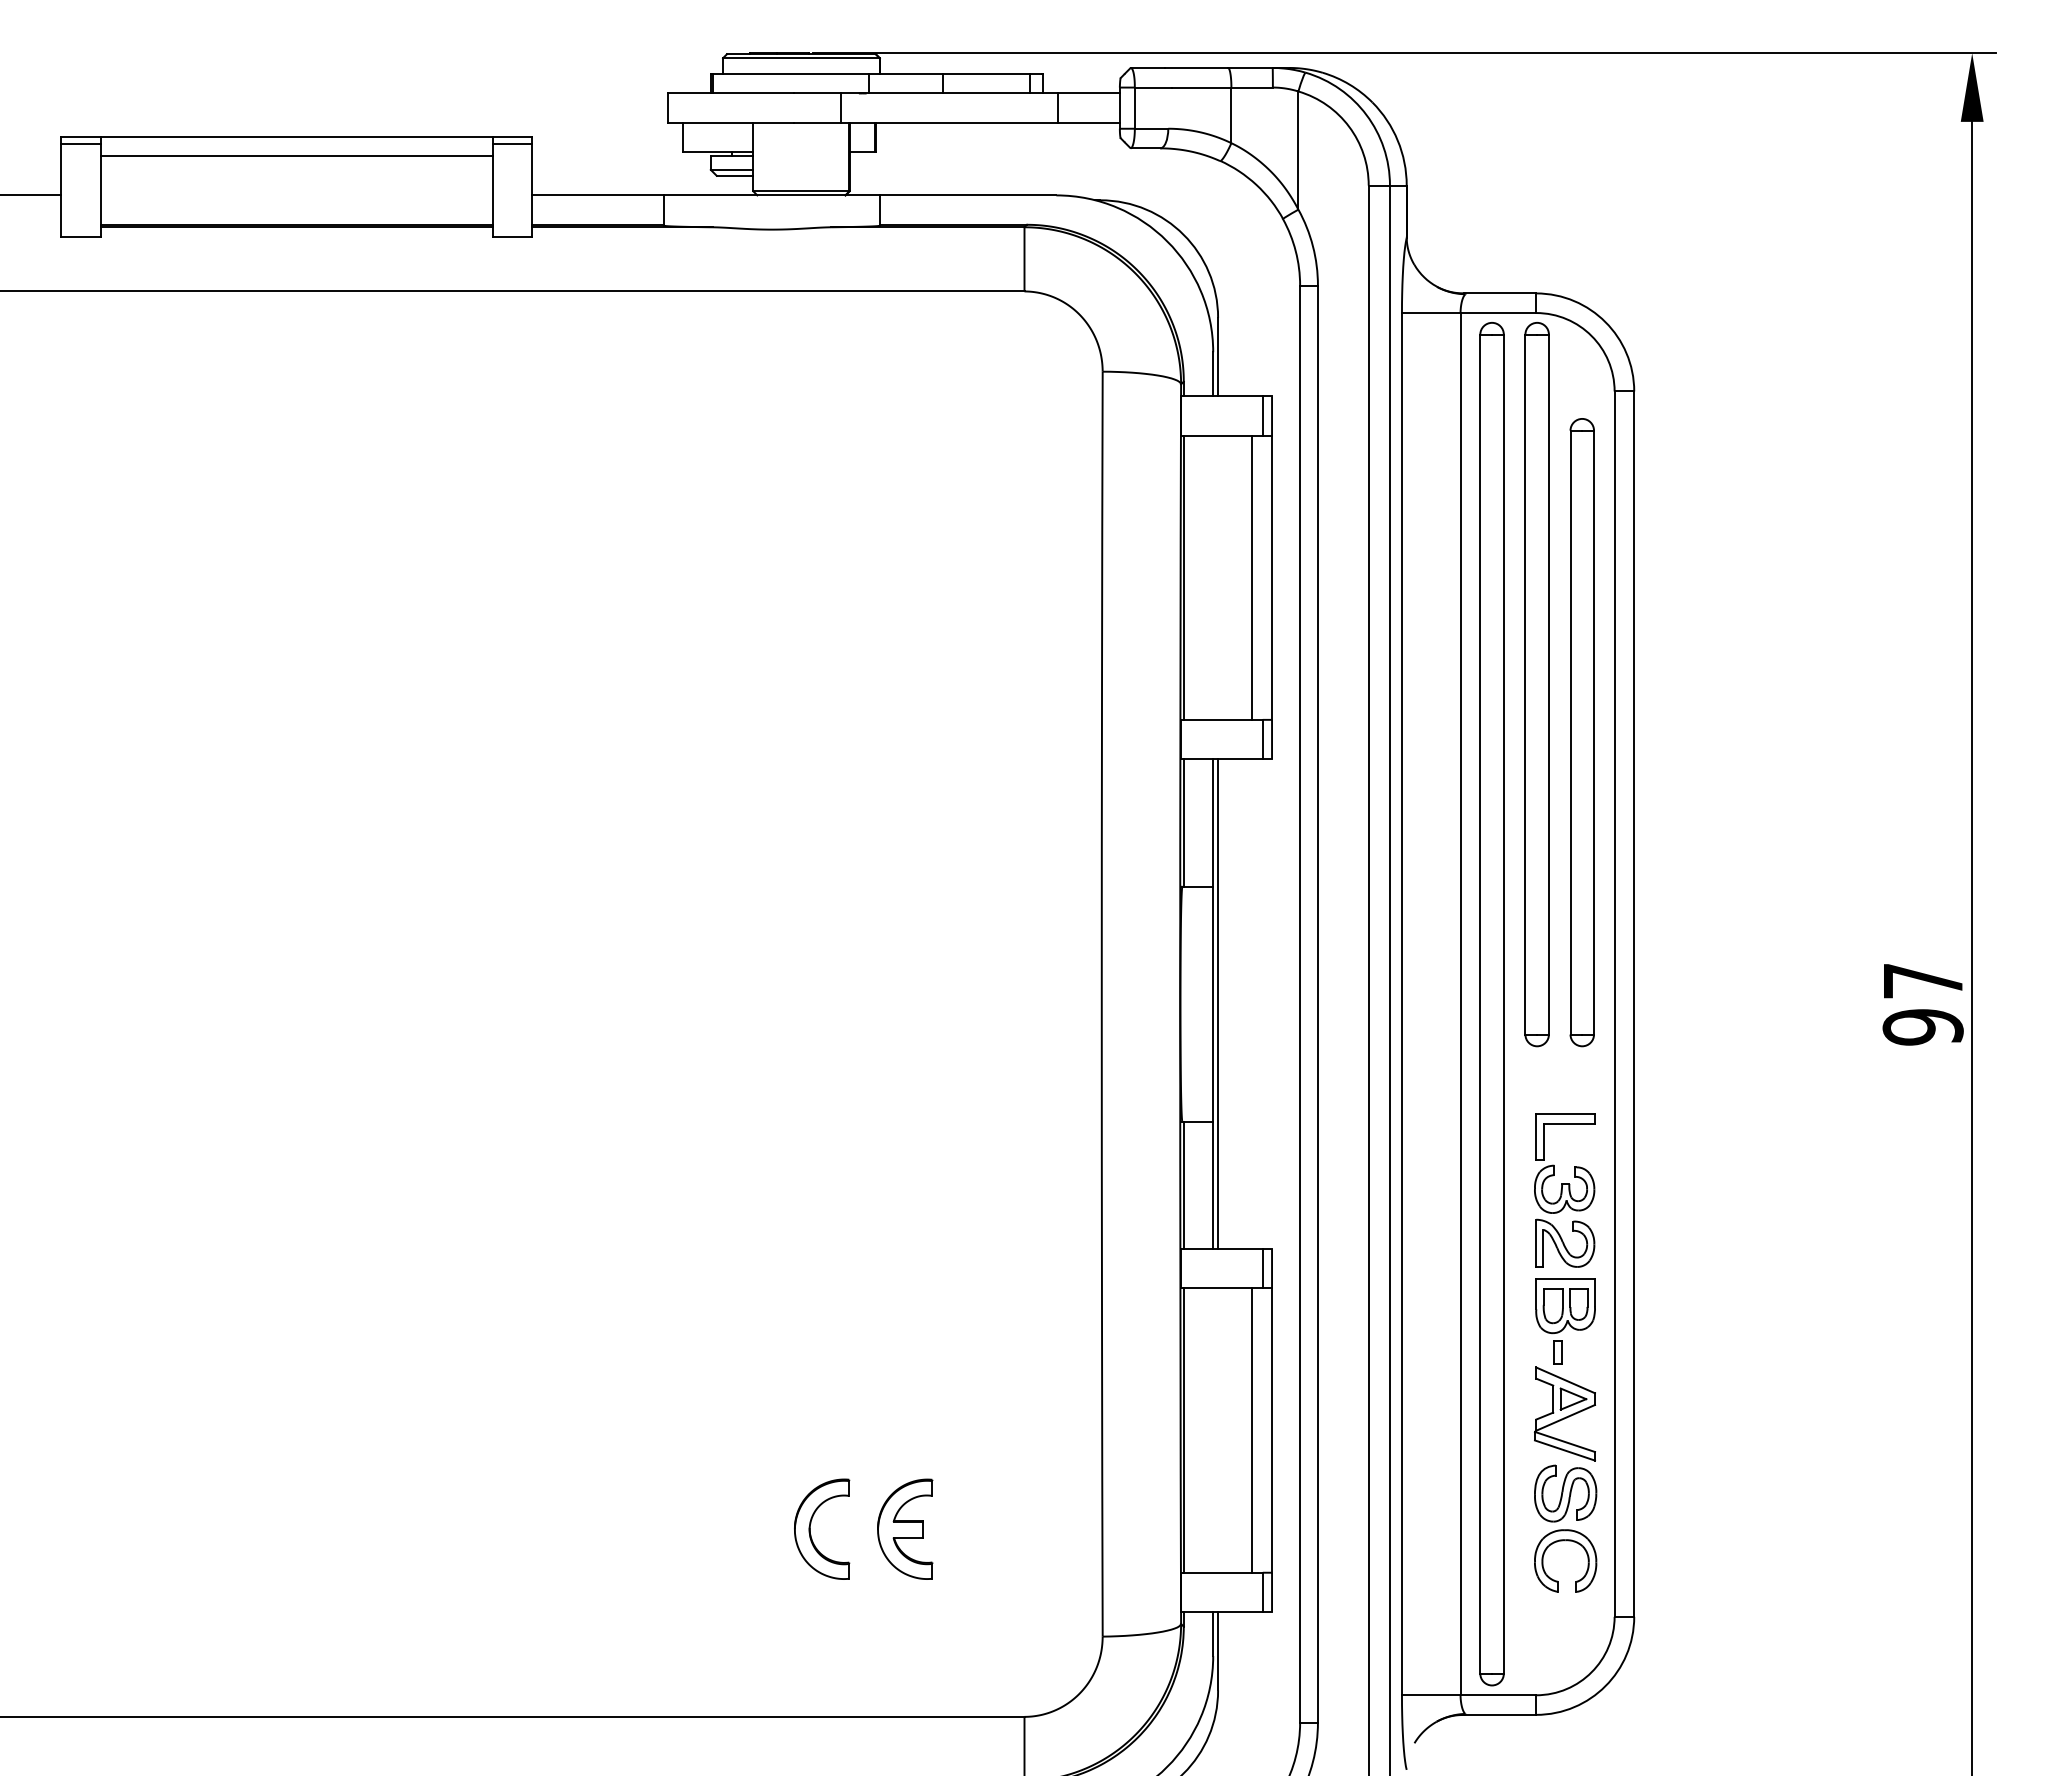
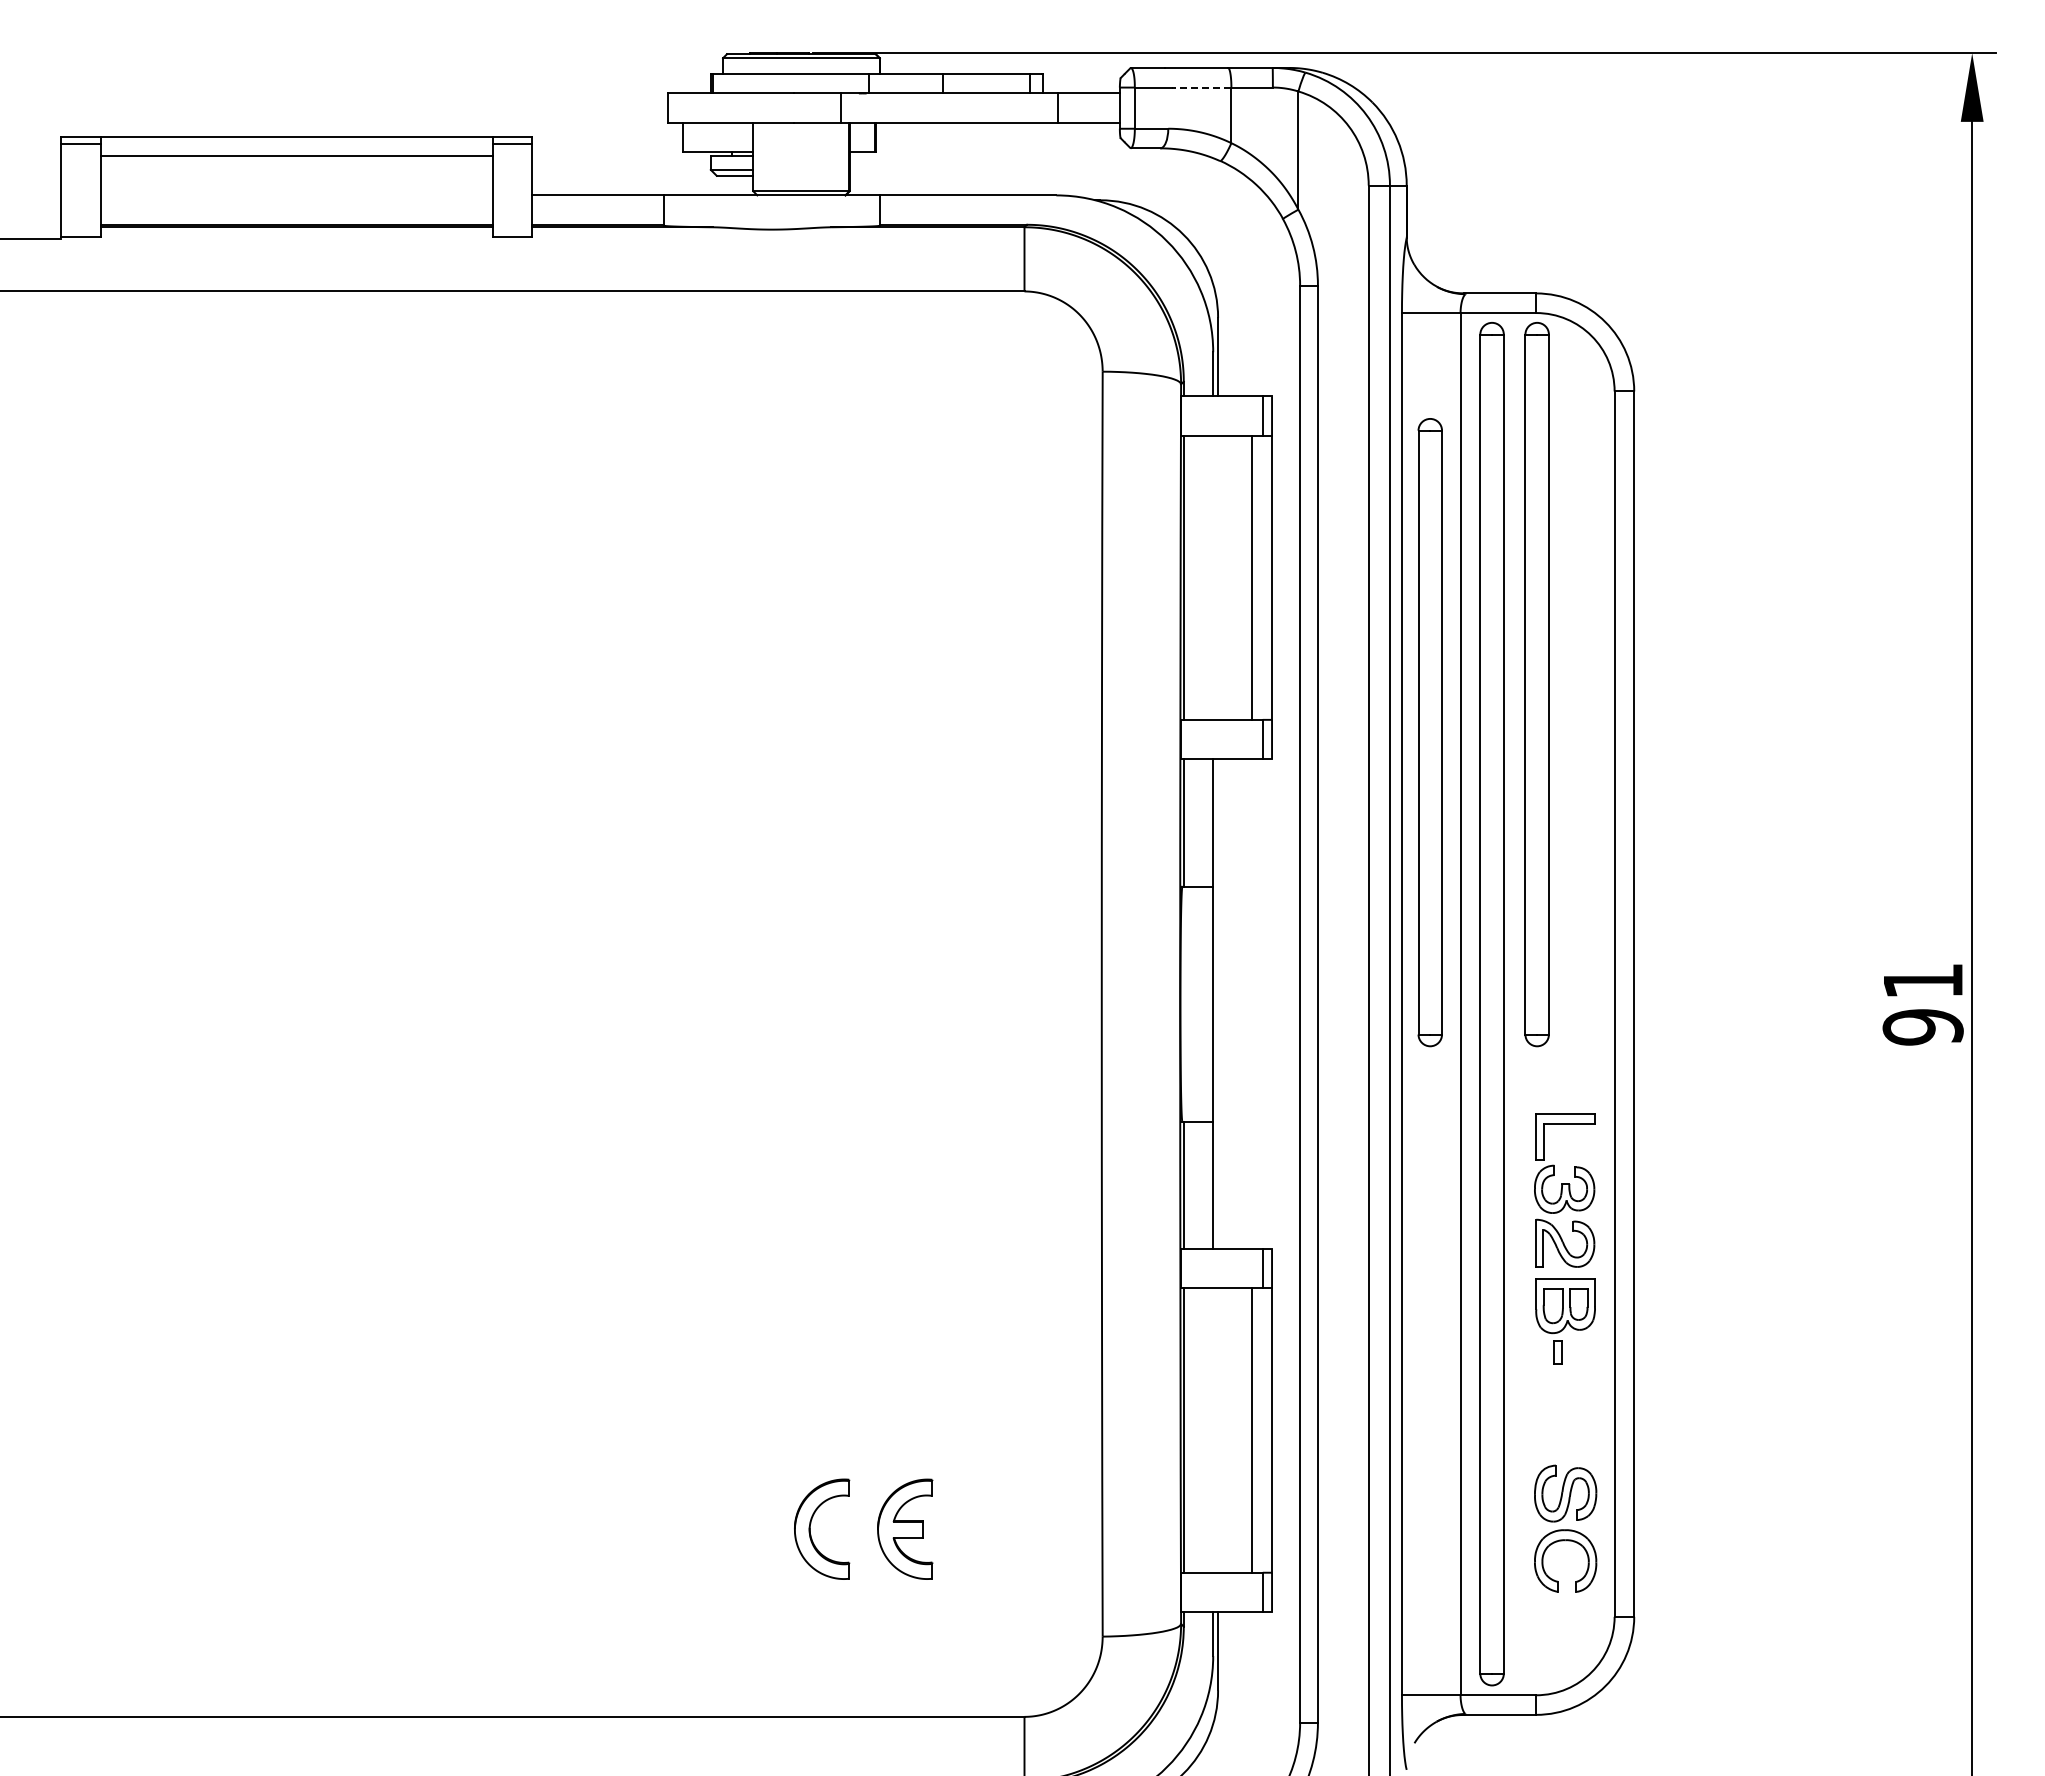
line at (1201, 87): solid -> dashed
line at (31, 195) position: (31, 195) -> (31, 239)
part at (1581, 732) position: (1581, 732) -> (1429, 732)
text at (1923, 981): 97 -> 91
line at (1218, 1004): present -> none
part at (1564, 1413): present -> none
